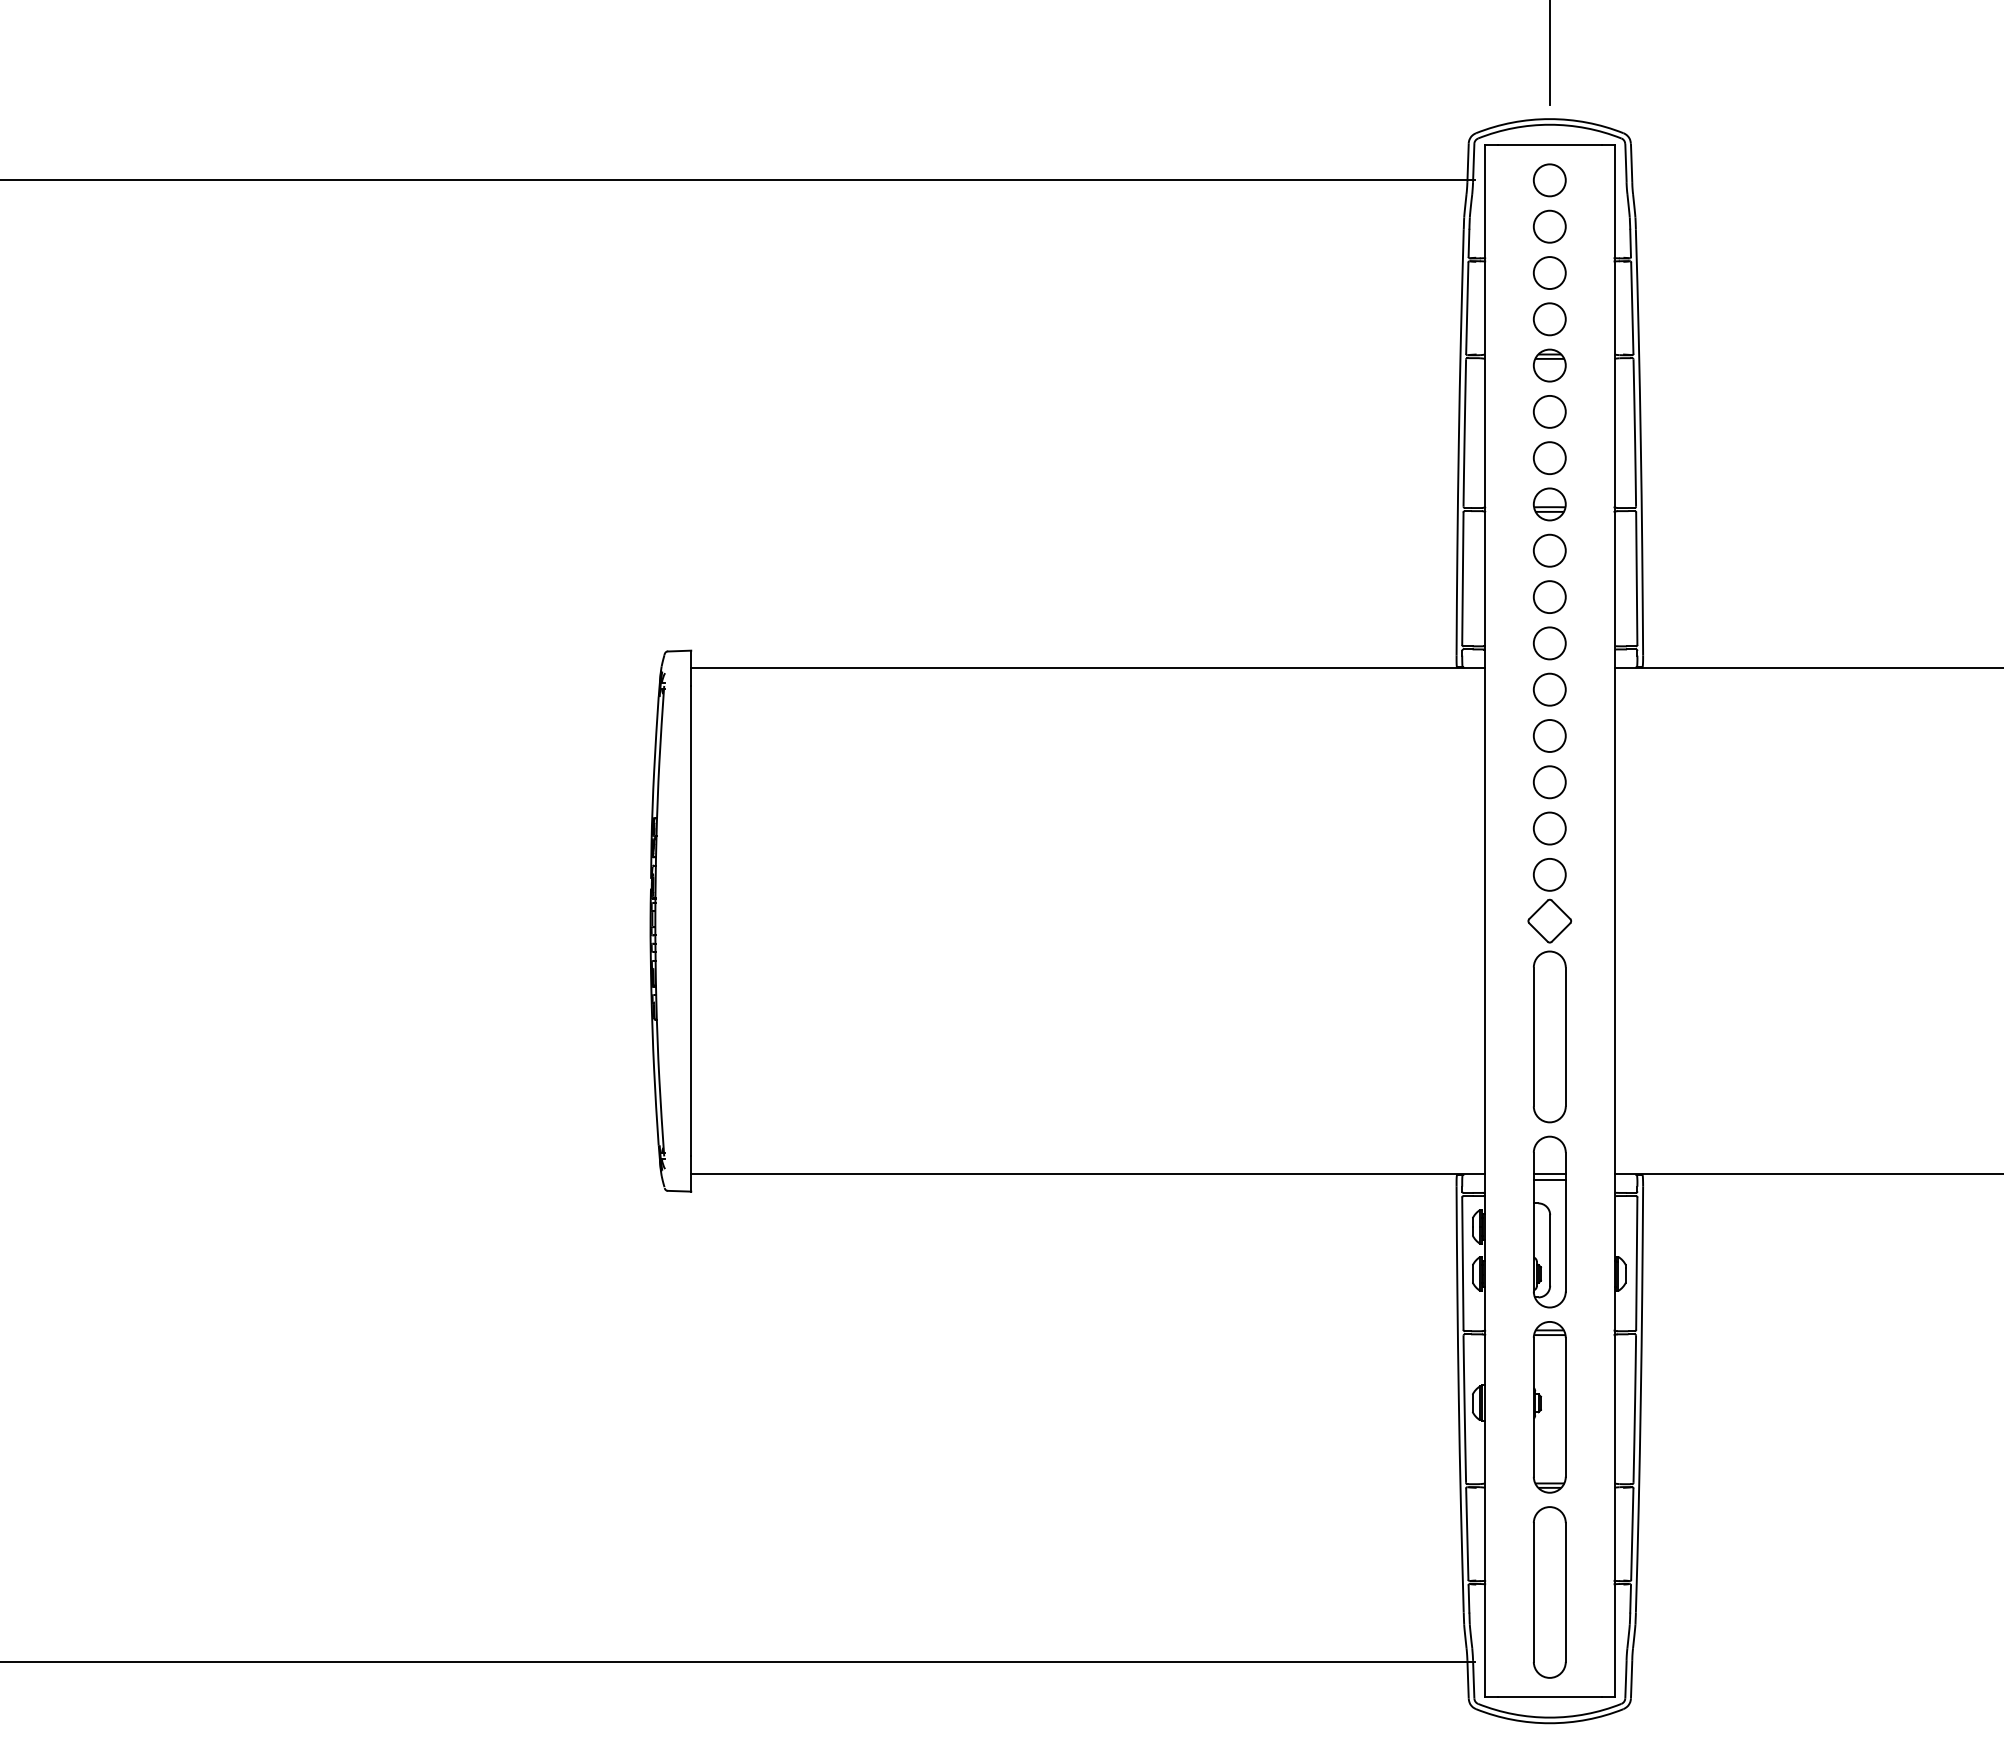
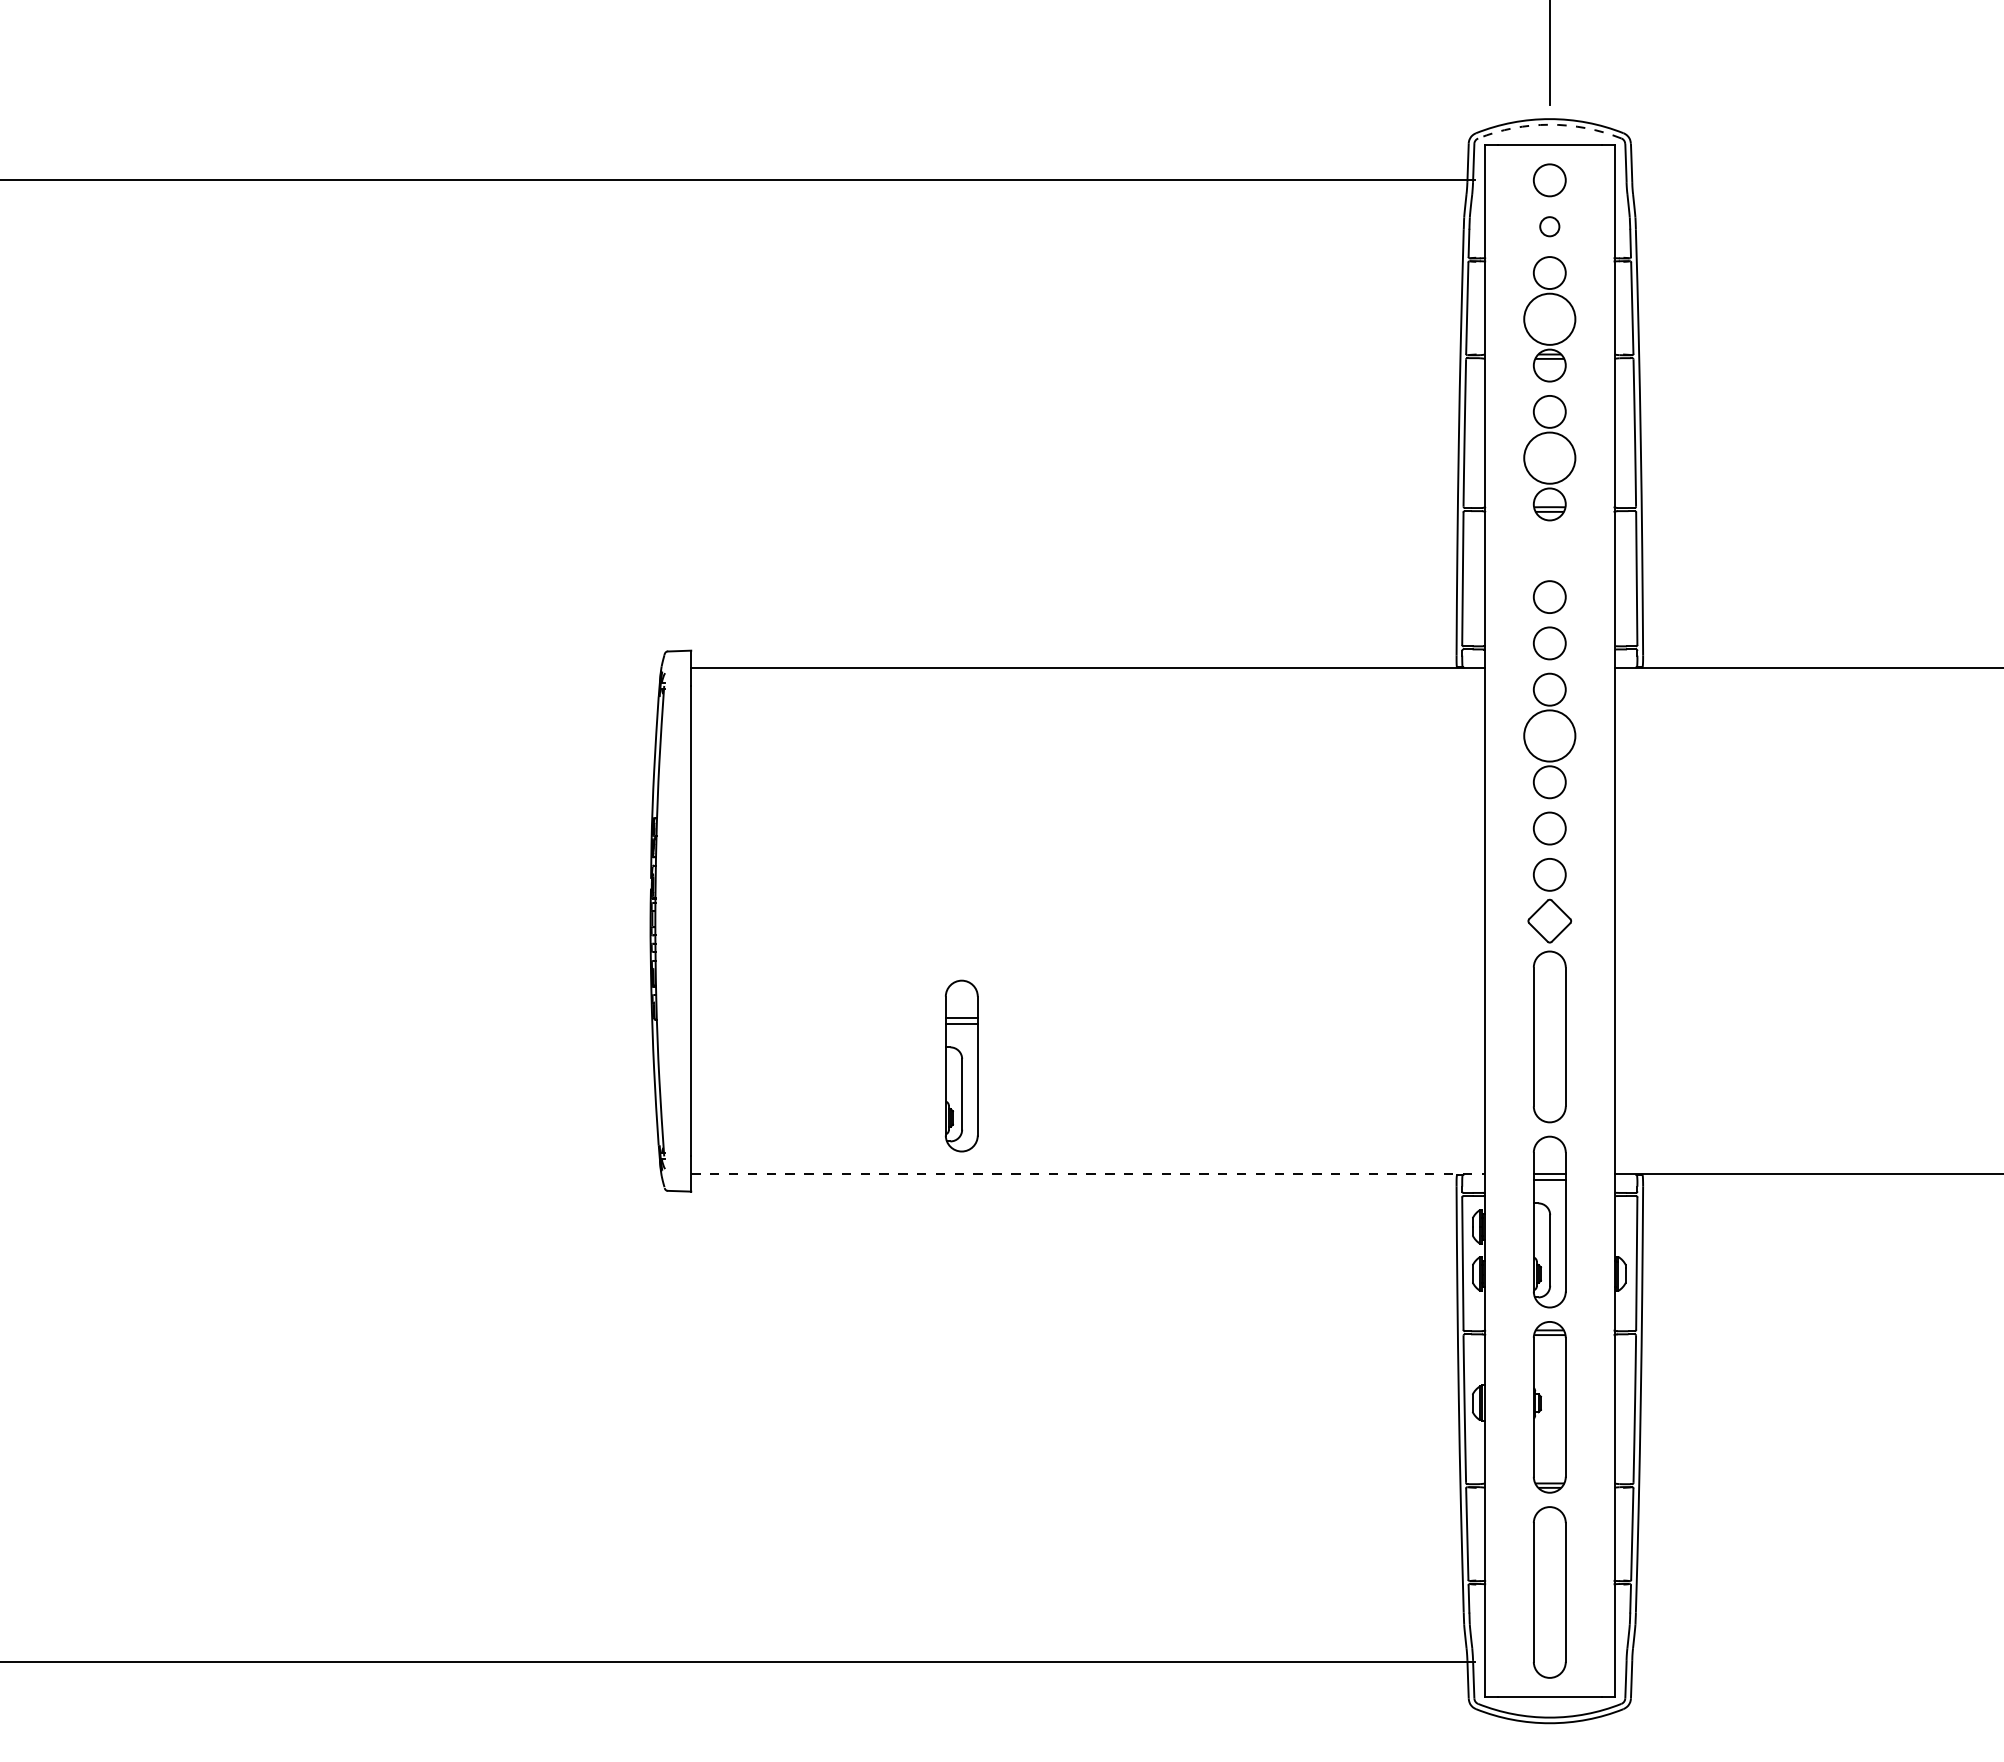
arc at (1549, 124): solid -> dashed
circle at (1549, 226) diameter: 32 px -> 19 px
circle at (1549, 319) diameter: 32 px -> 51 px
circle at (1549, 458) diameter: 32 px -> 51 px
circle at (1549, 550): present -> none
circle at (1549, 735) diameter: 32 px -> 51 px
part at (961, 1065): none -> present
line at (1088, 1174): solid -> dashed
